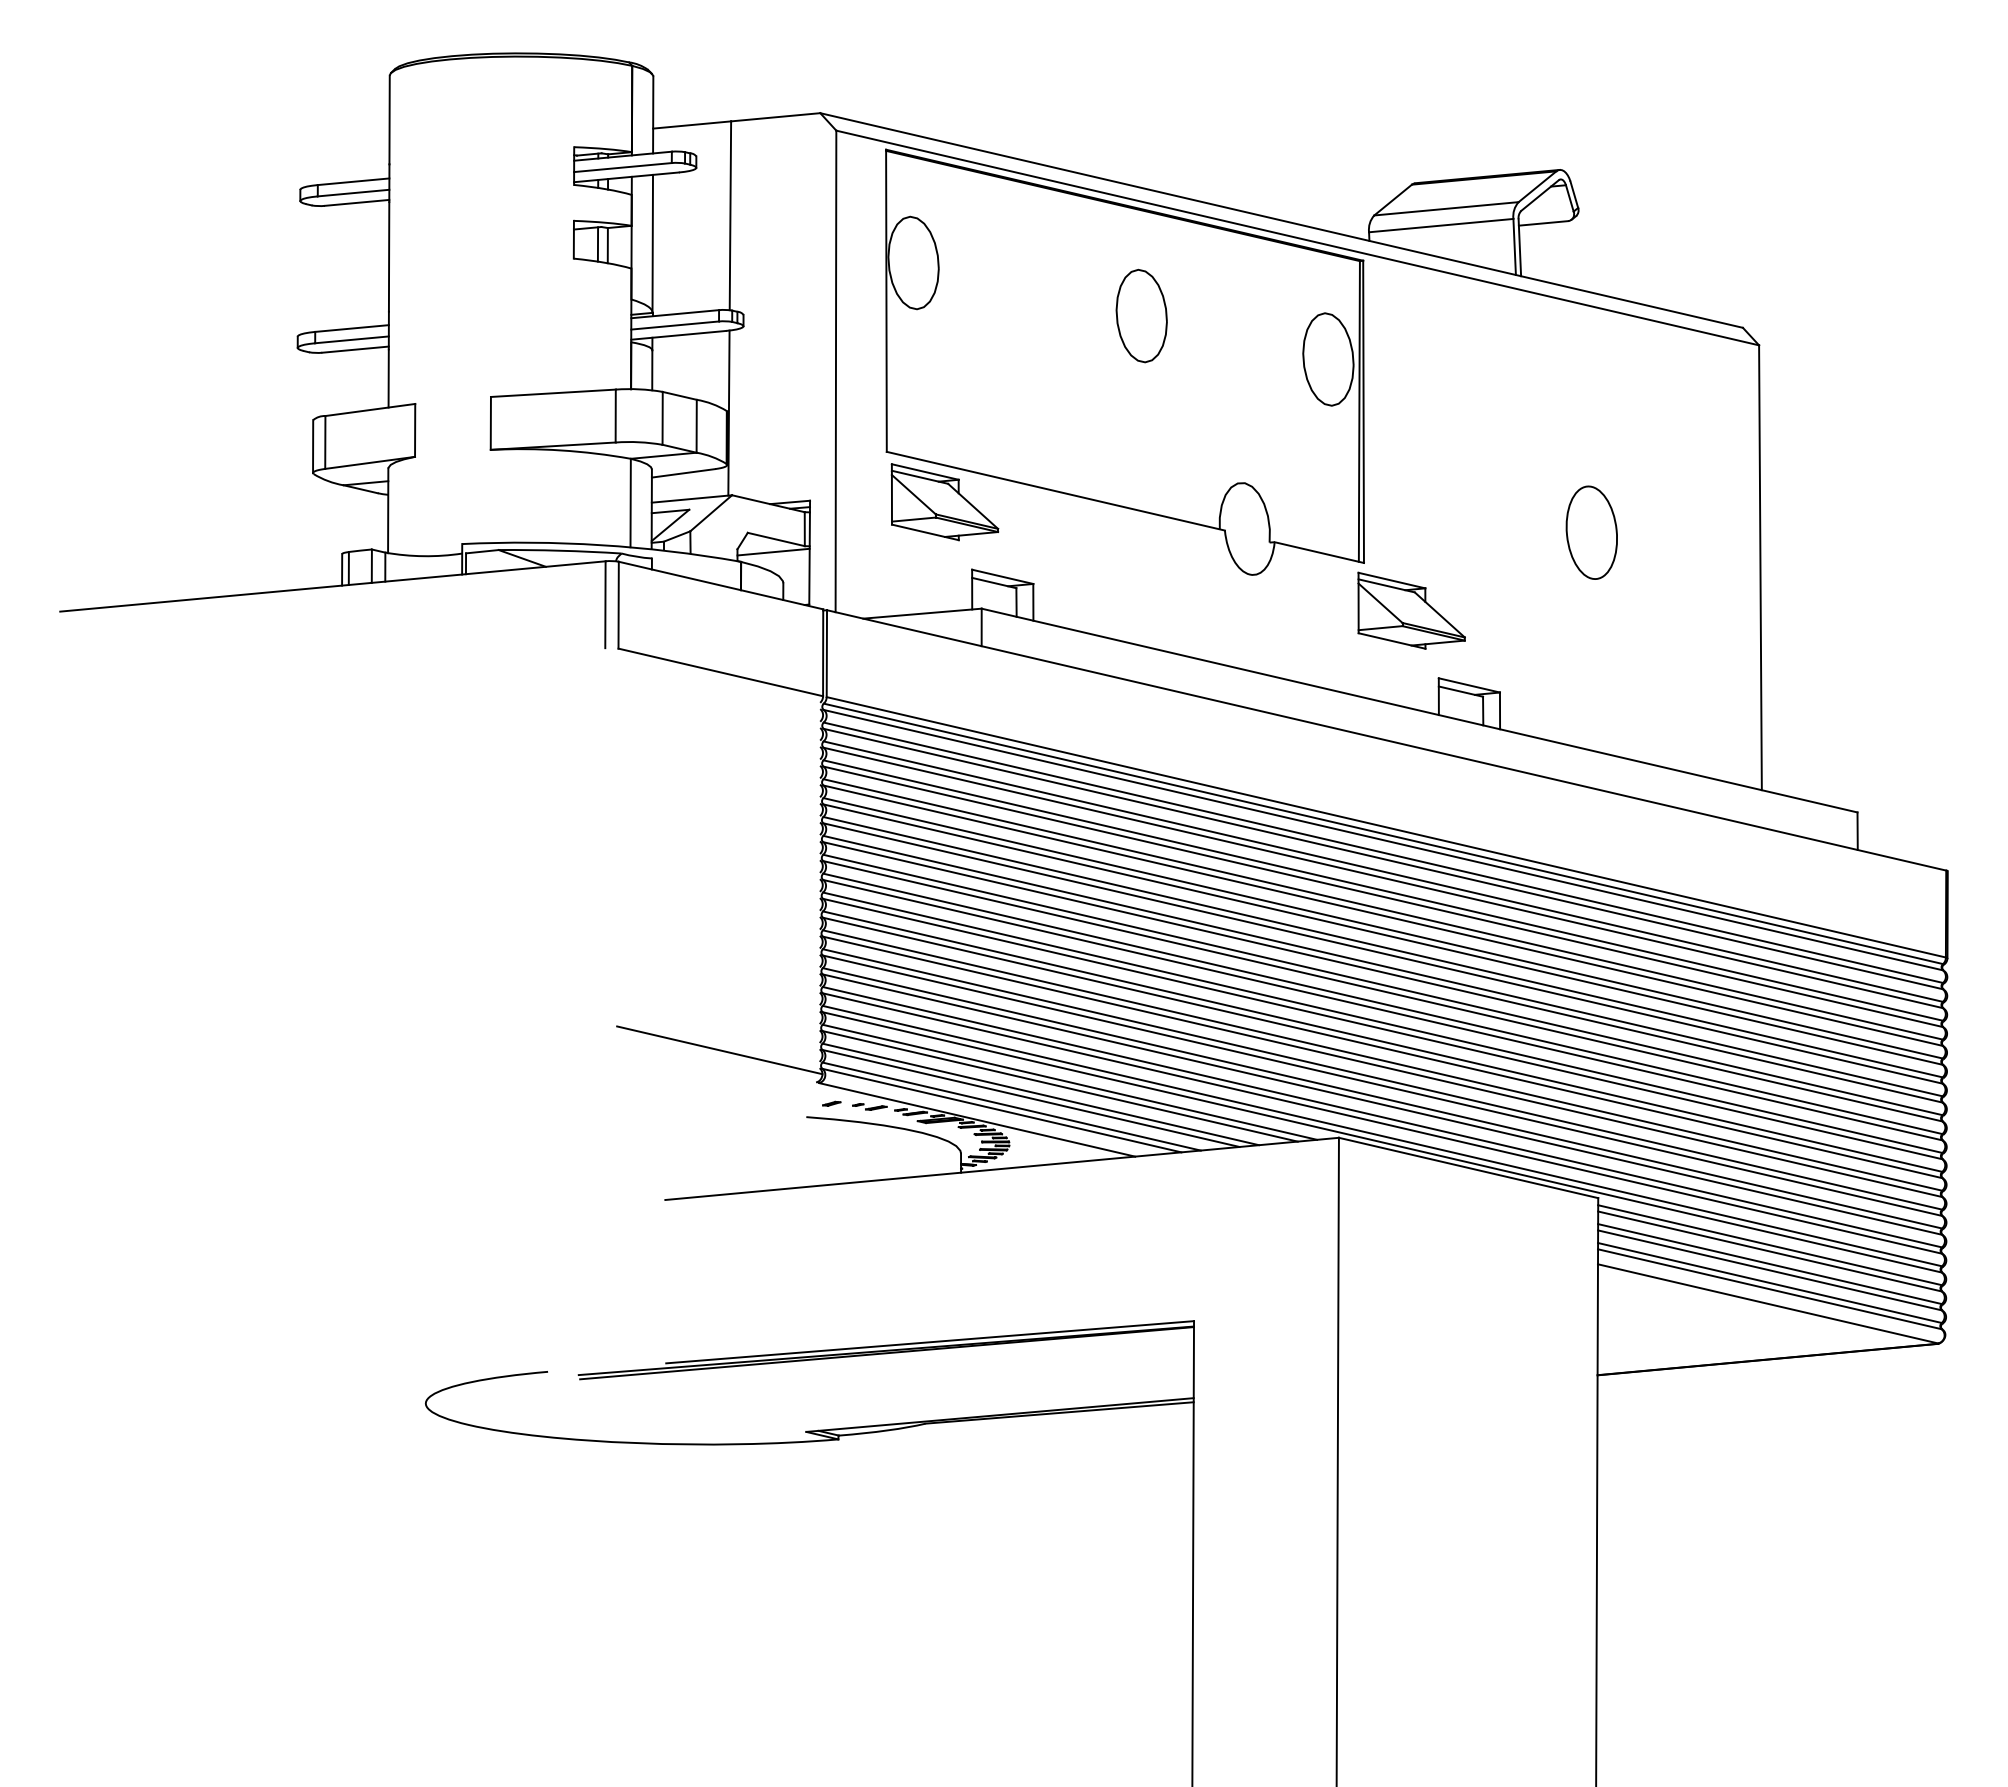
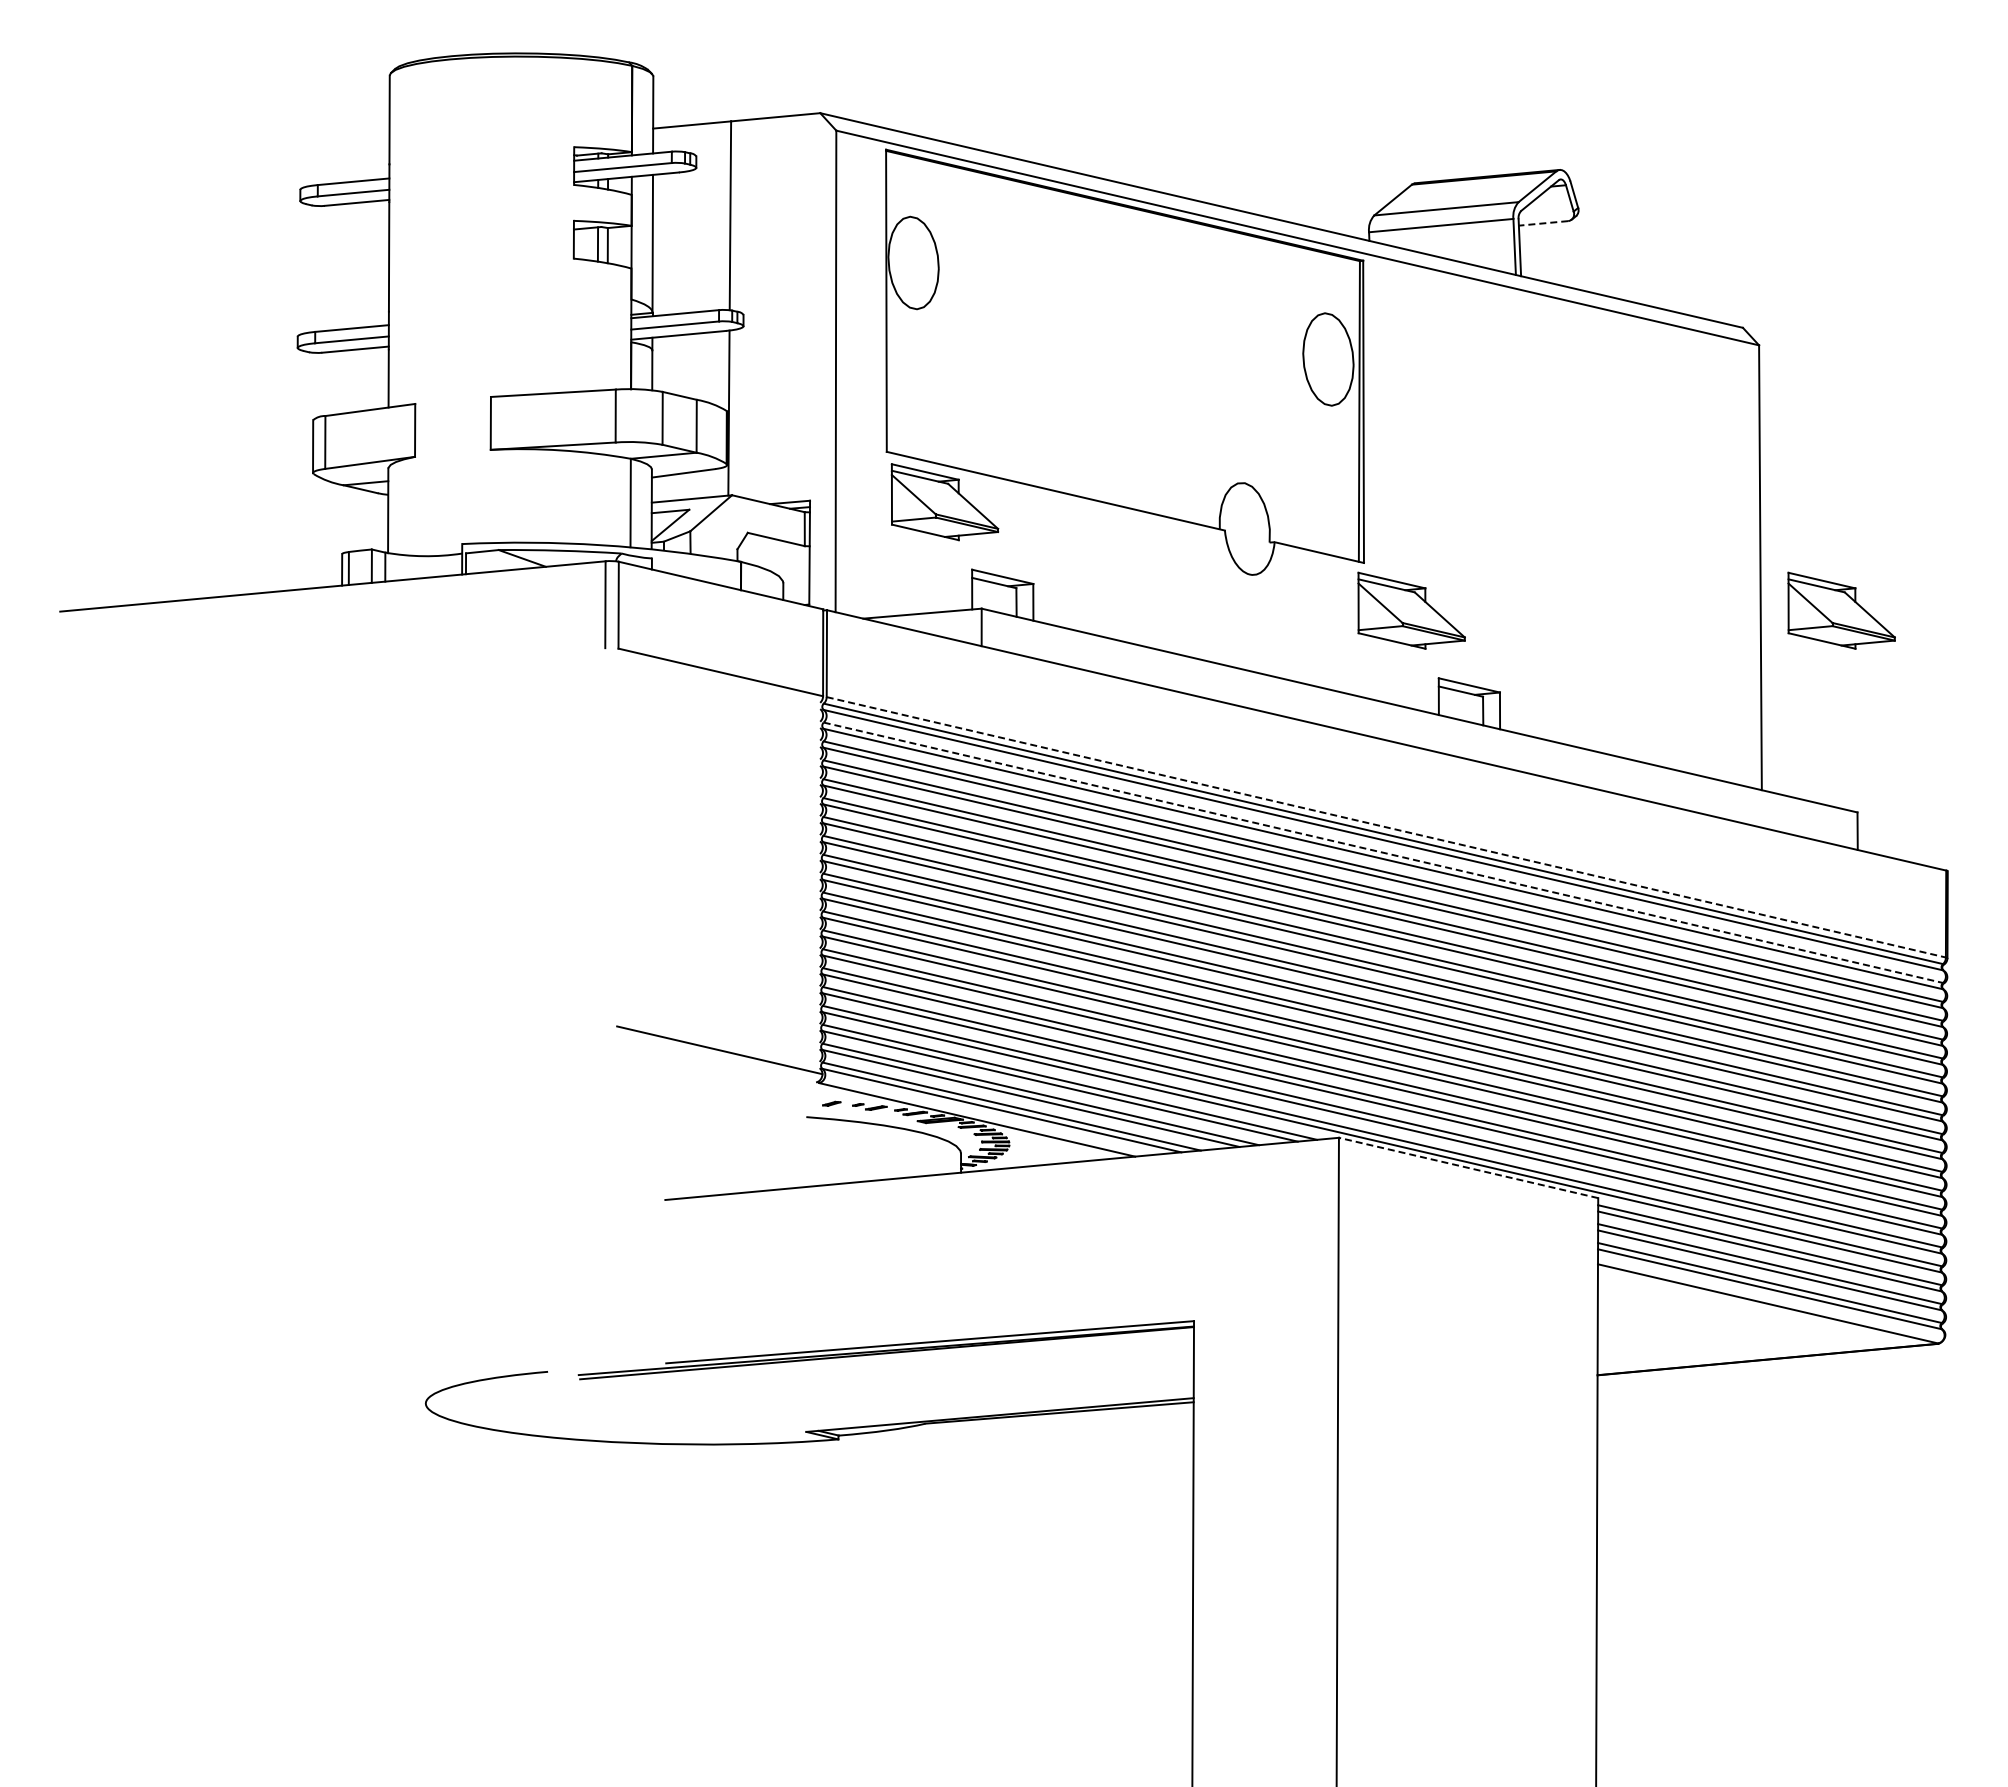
line at (1543, 223): solid -> dashed
part at (1141, 315): present -> none
part at (1591, 532): present -> none
line at (773, 551): present -> none
part at (1841, 610): none -> present
line at (1386, 827): solid -> dashed
line at (1383, 852): solid -> dashed
line at (1468, 1167): solid -> dashed
